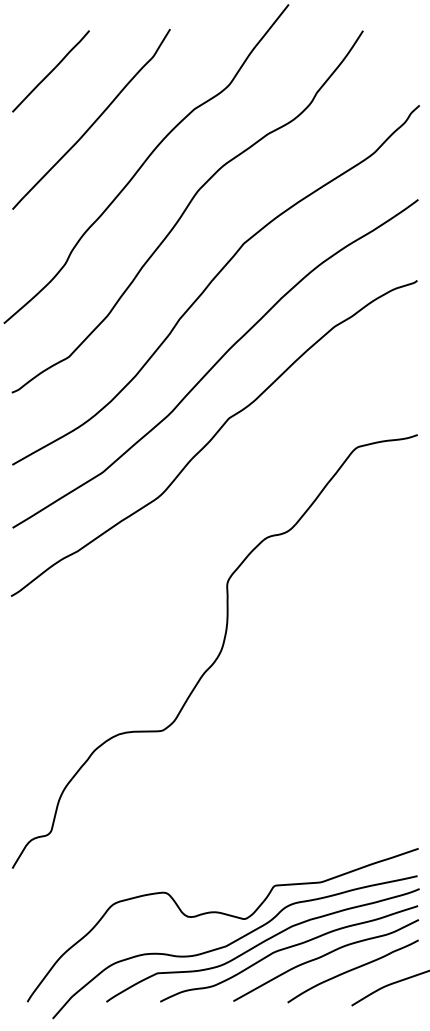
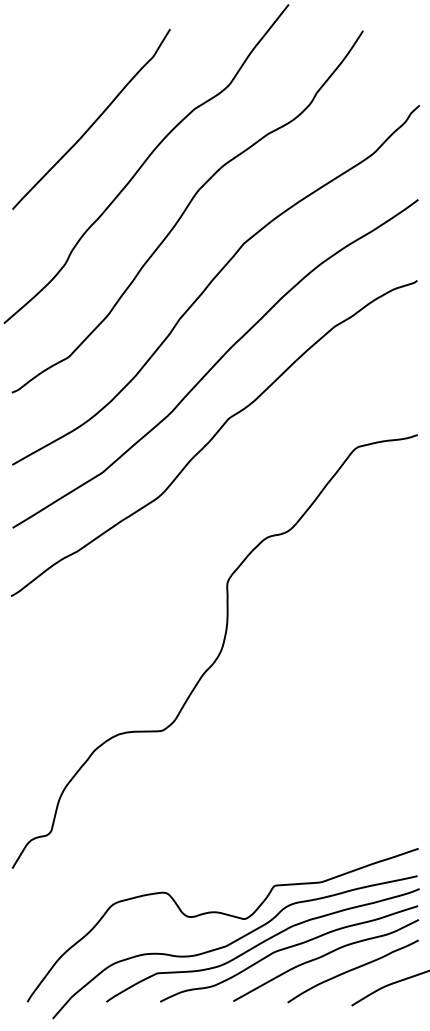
line at (50, 71): present -> none
